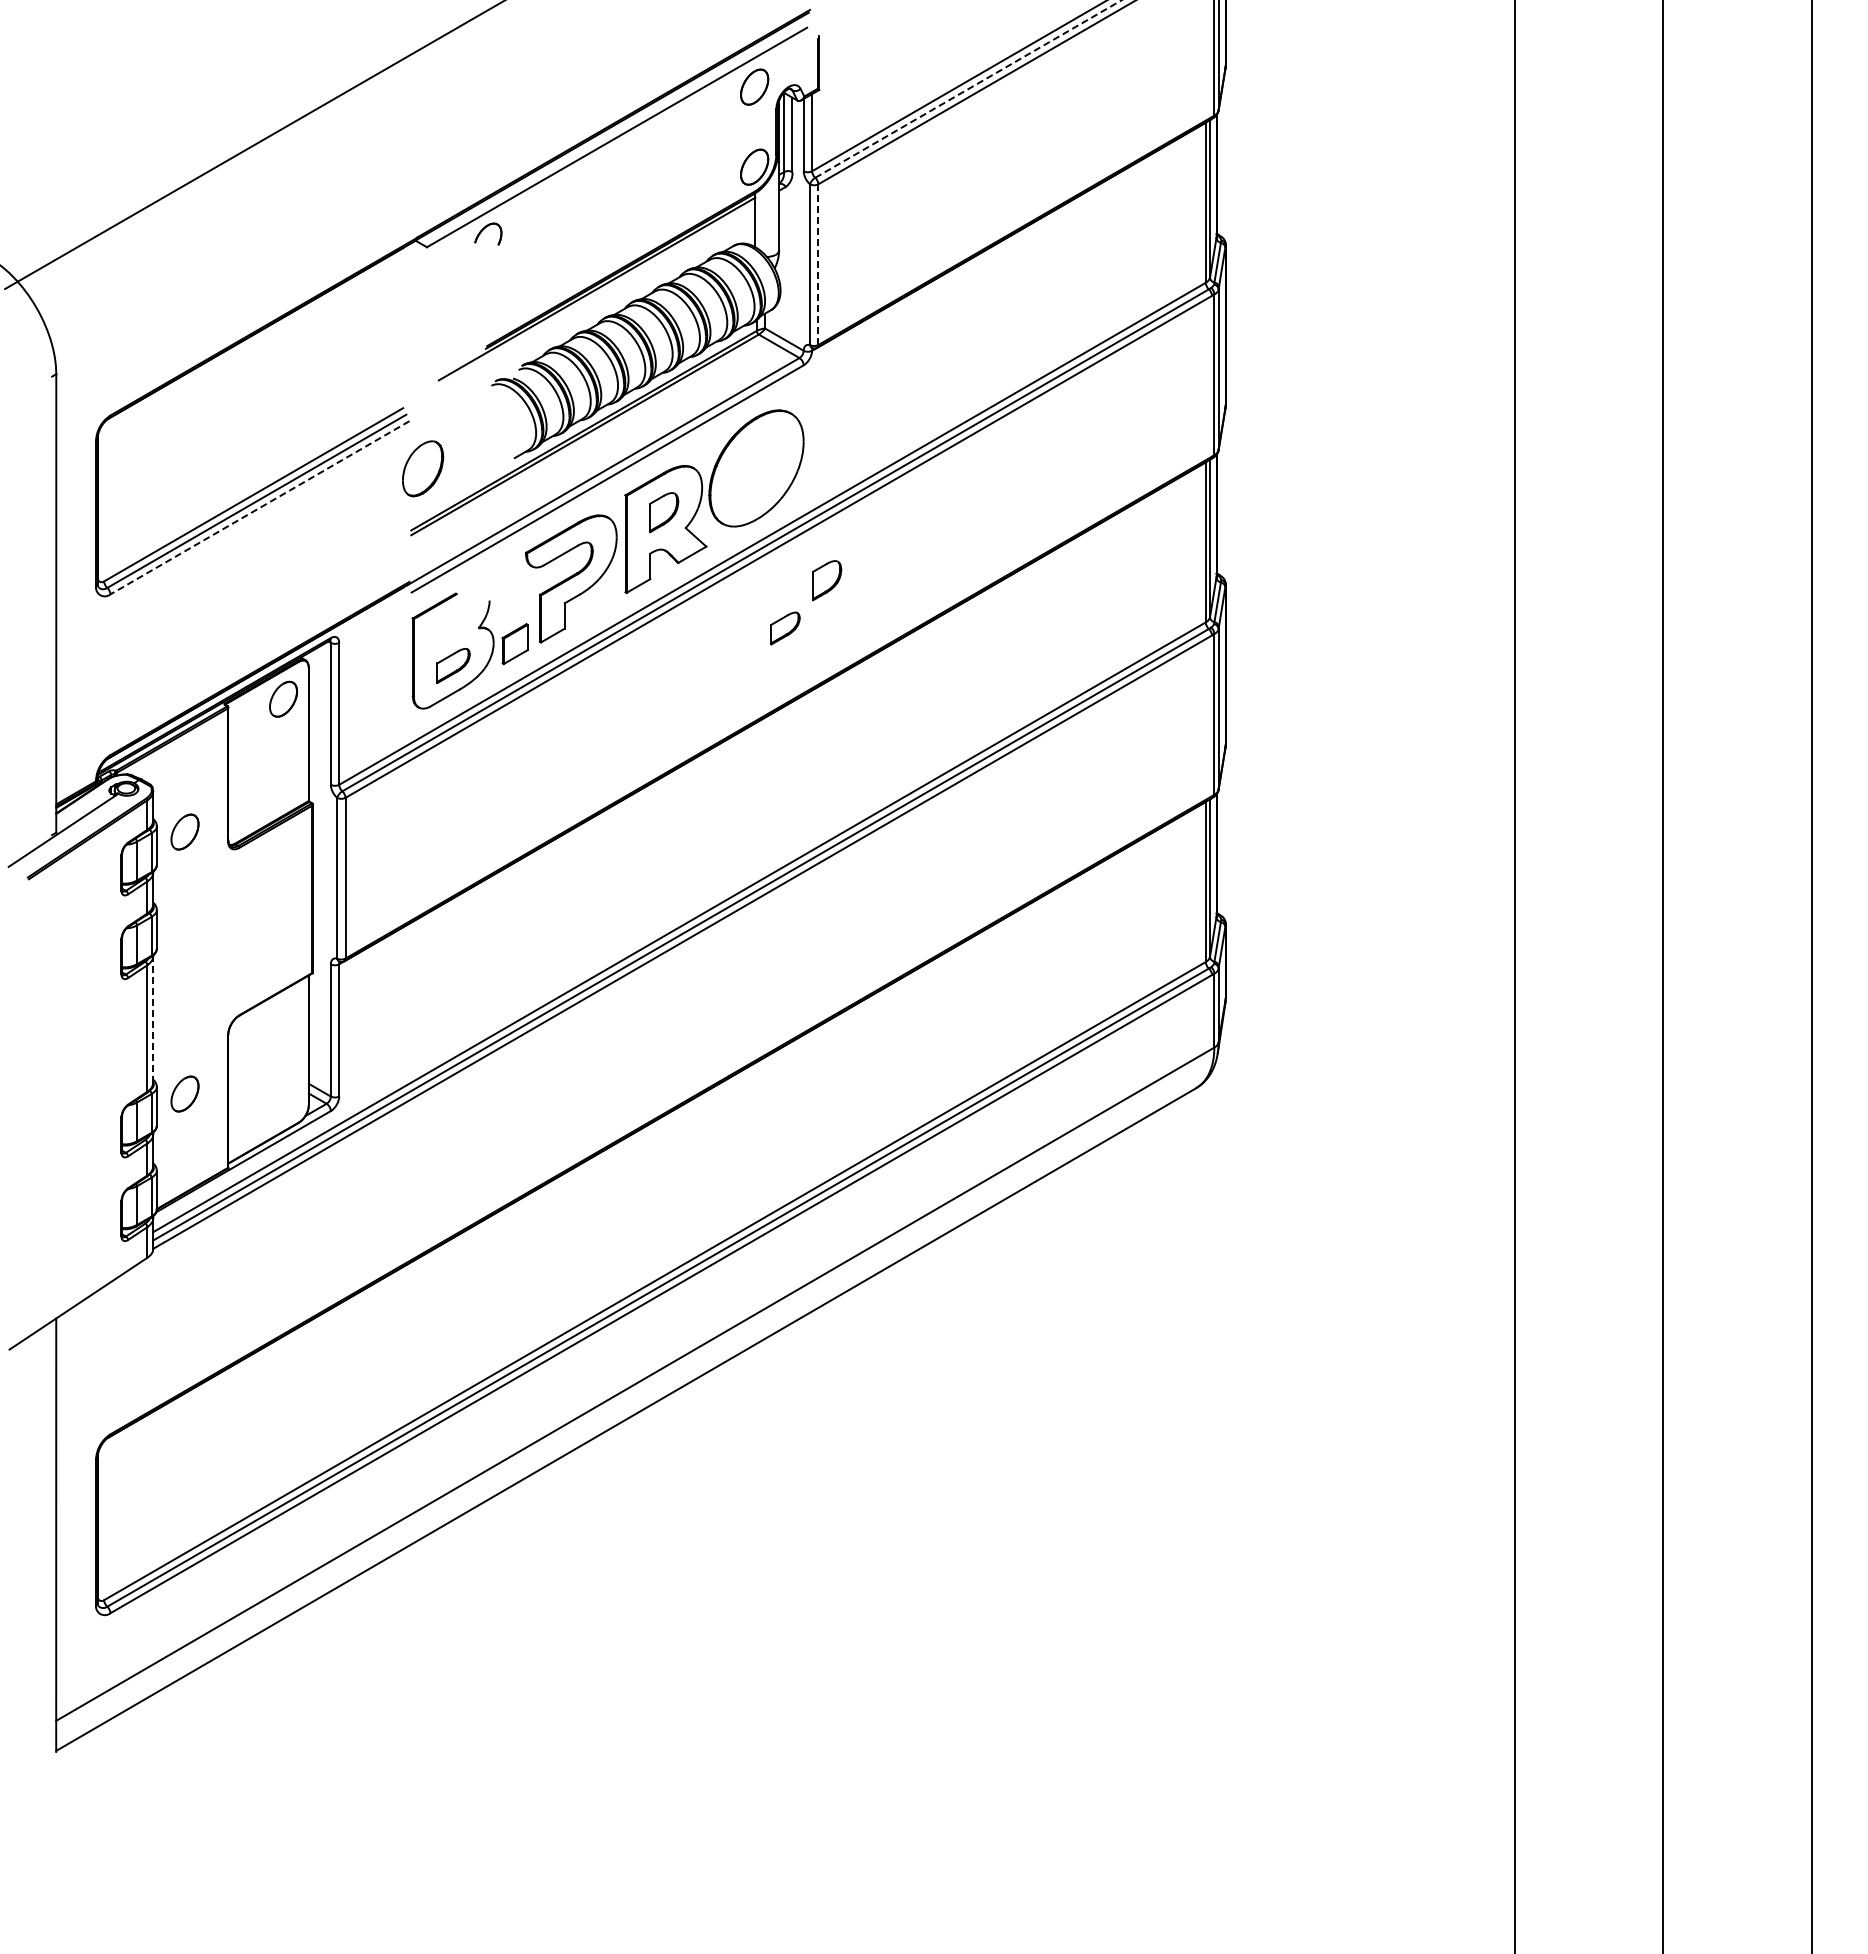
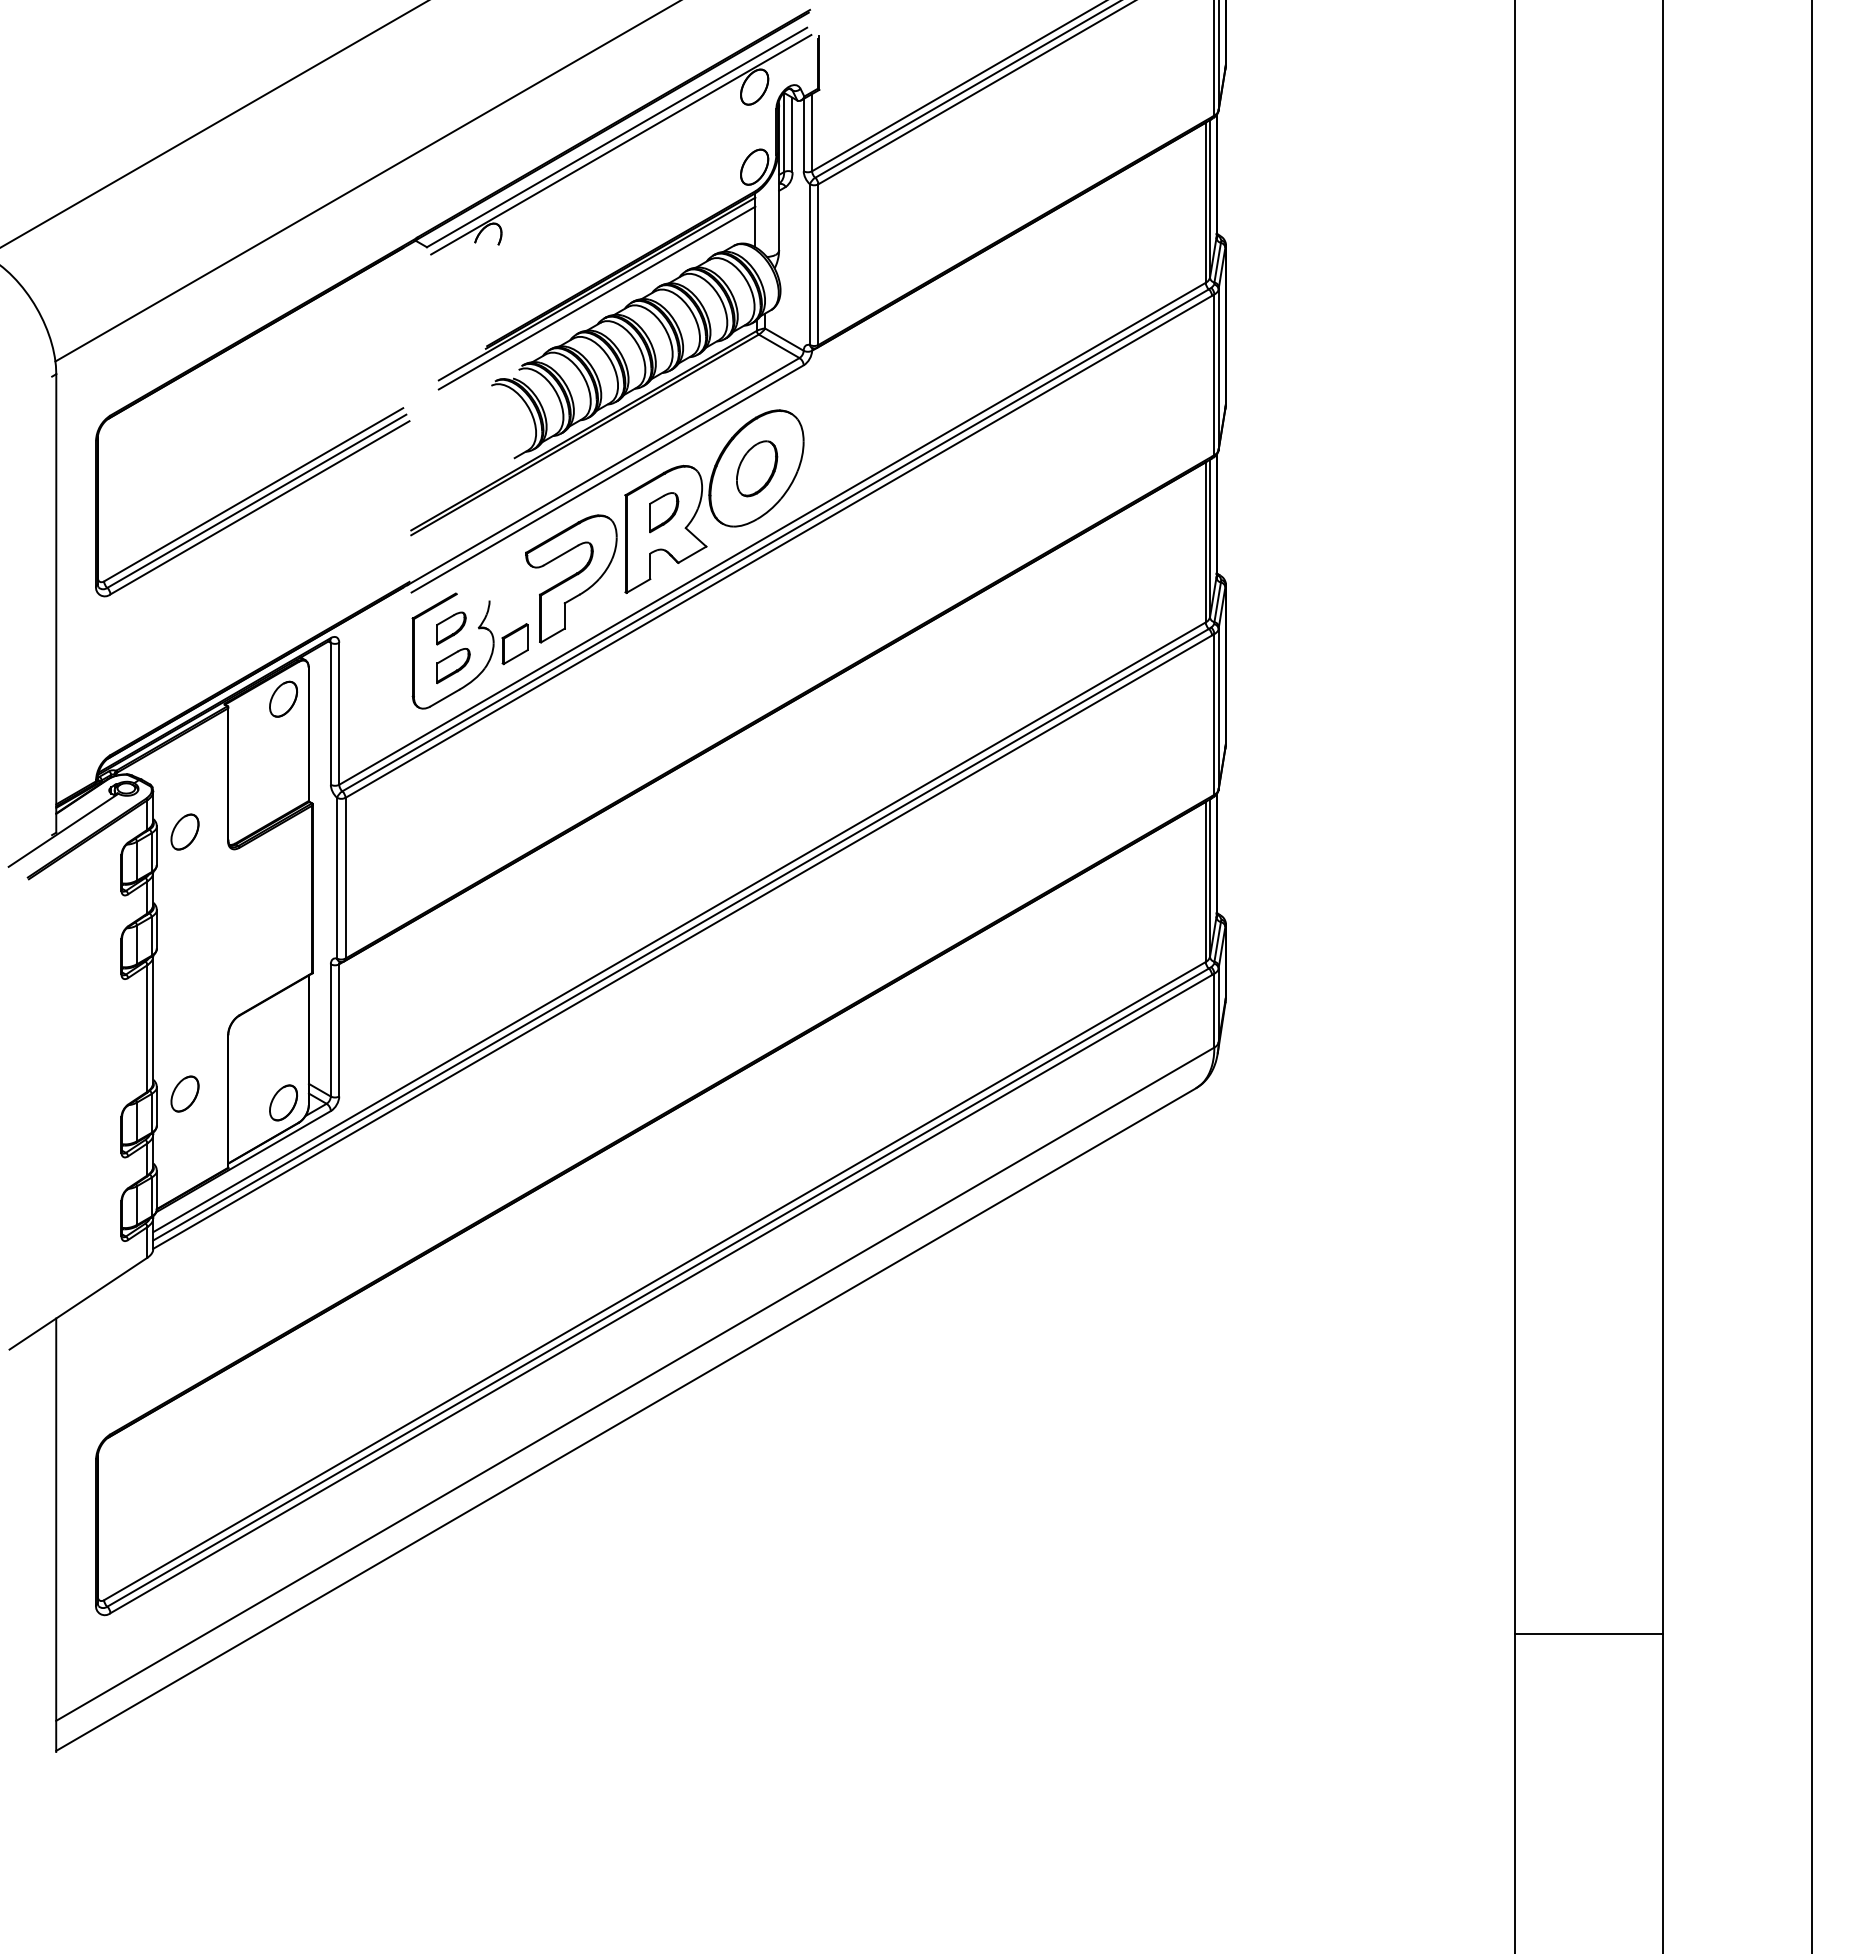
line at (968, 89): dashed -> solid
line at (621, 144): none -> present
line at (253, 145) position: (253, 145) -> (213, 124)
line at (366, 181): none -> present
line at (818, 265): dashed -> solid
line at (596, 297): none -> present
part at (423, 468) position: (423, 468) -> (757, 468)
line at (259, 507): dashed -> solid
part at (827, 580): present -> none
part at (785, 628) position: (785, 628) -> (451, 628)
line at (153, 1018): dashed -> solid
part at (283, 1102): none -> present
line at (1588, 1634): none -> present
